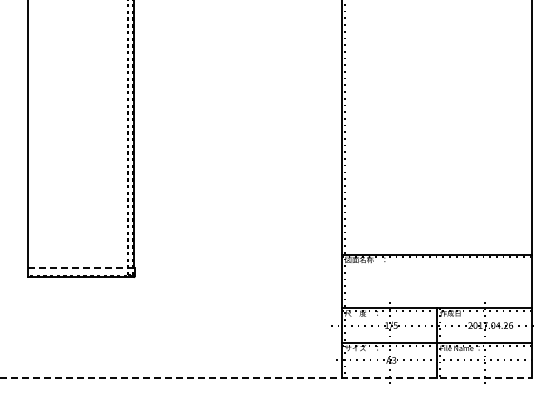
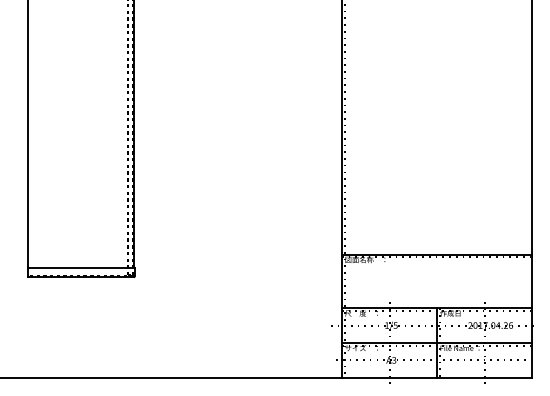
line at (81, 267): dashed -> solid
line at (266, 377): dashed -> solid
